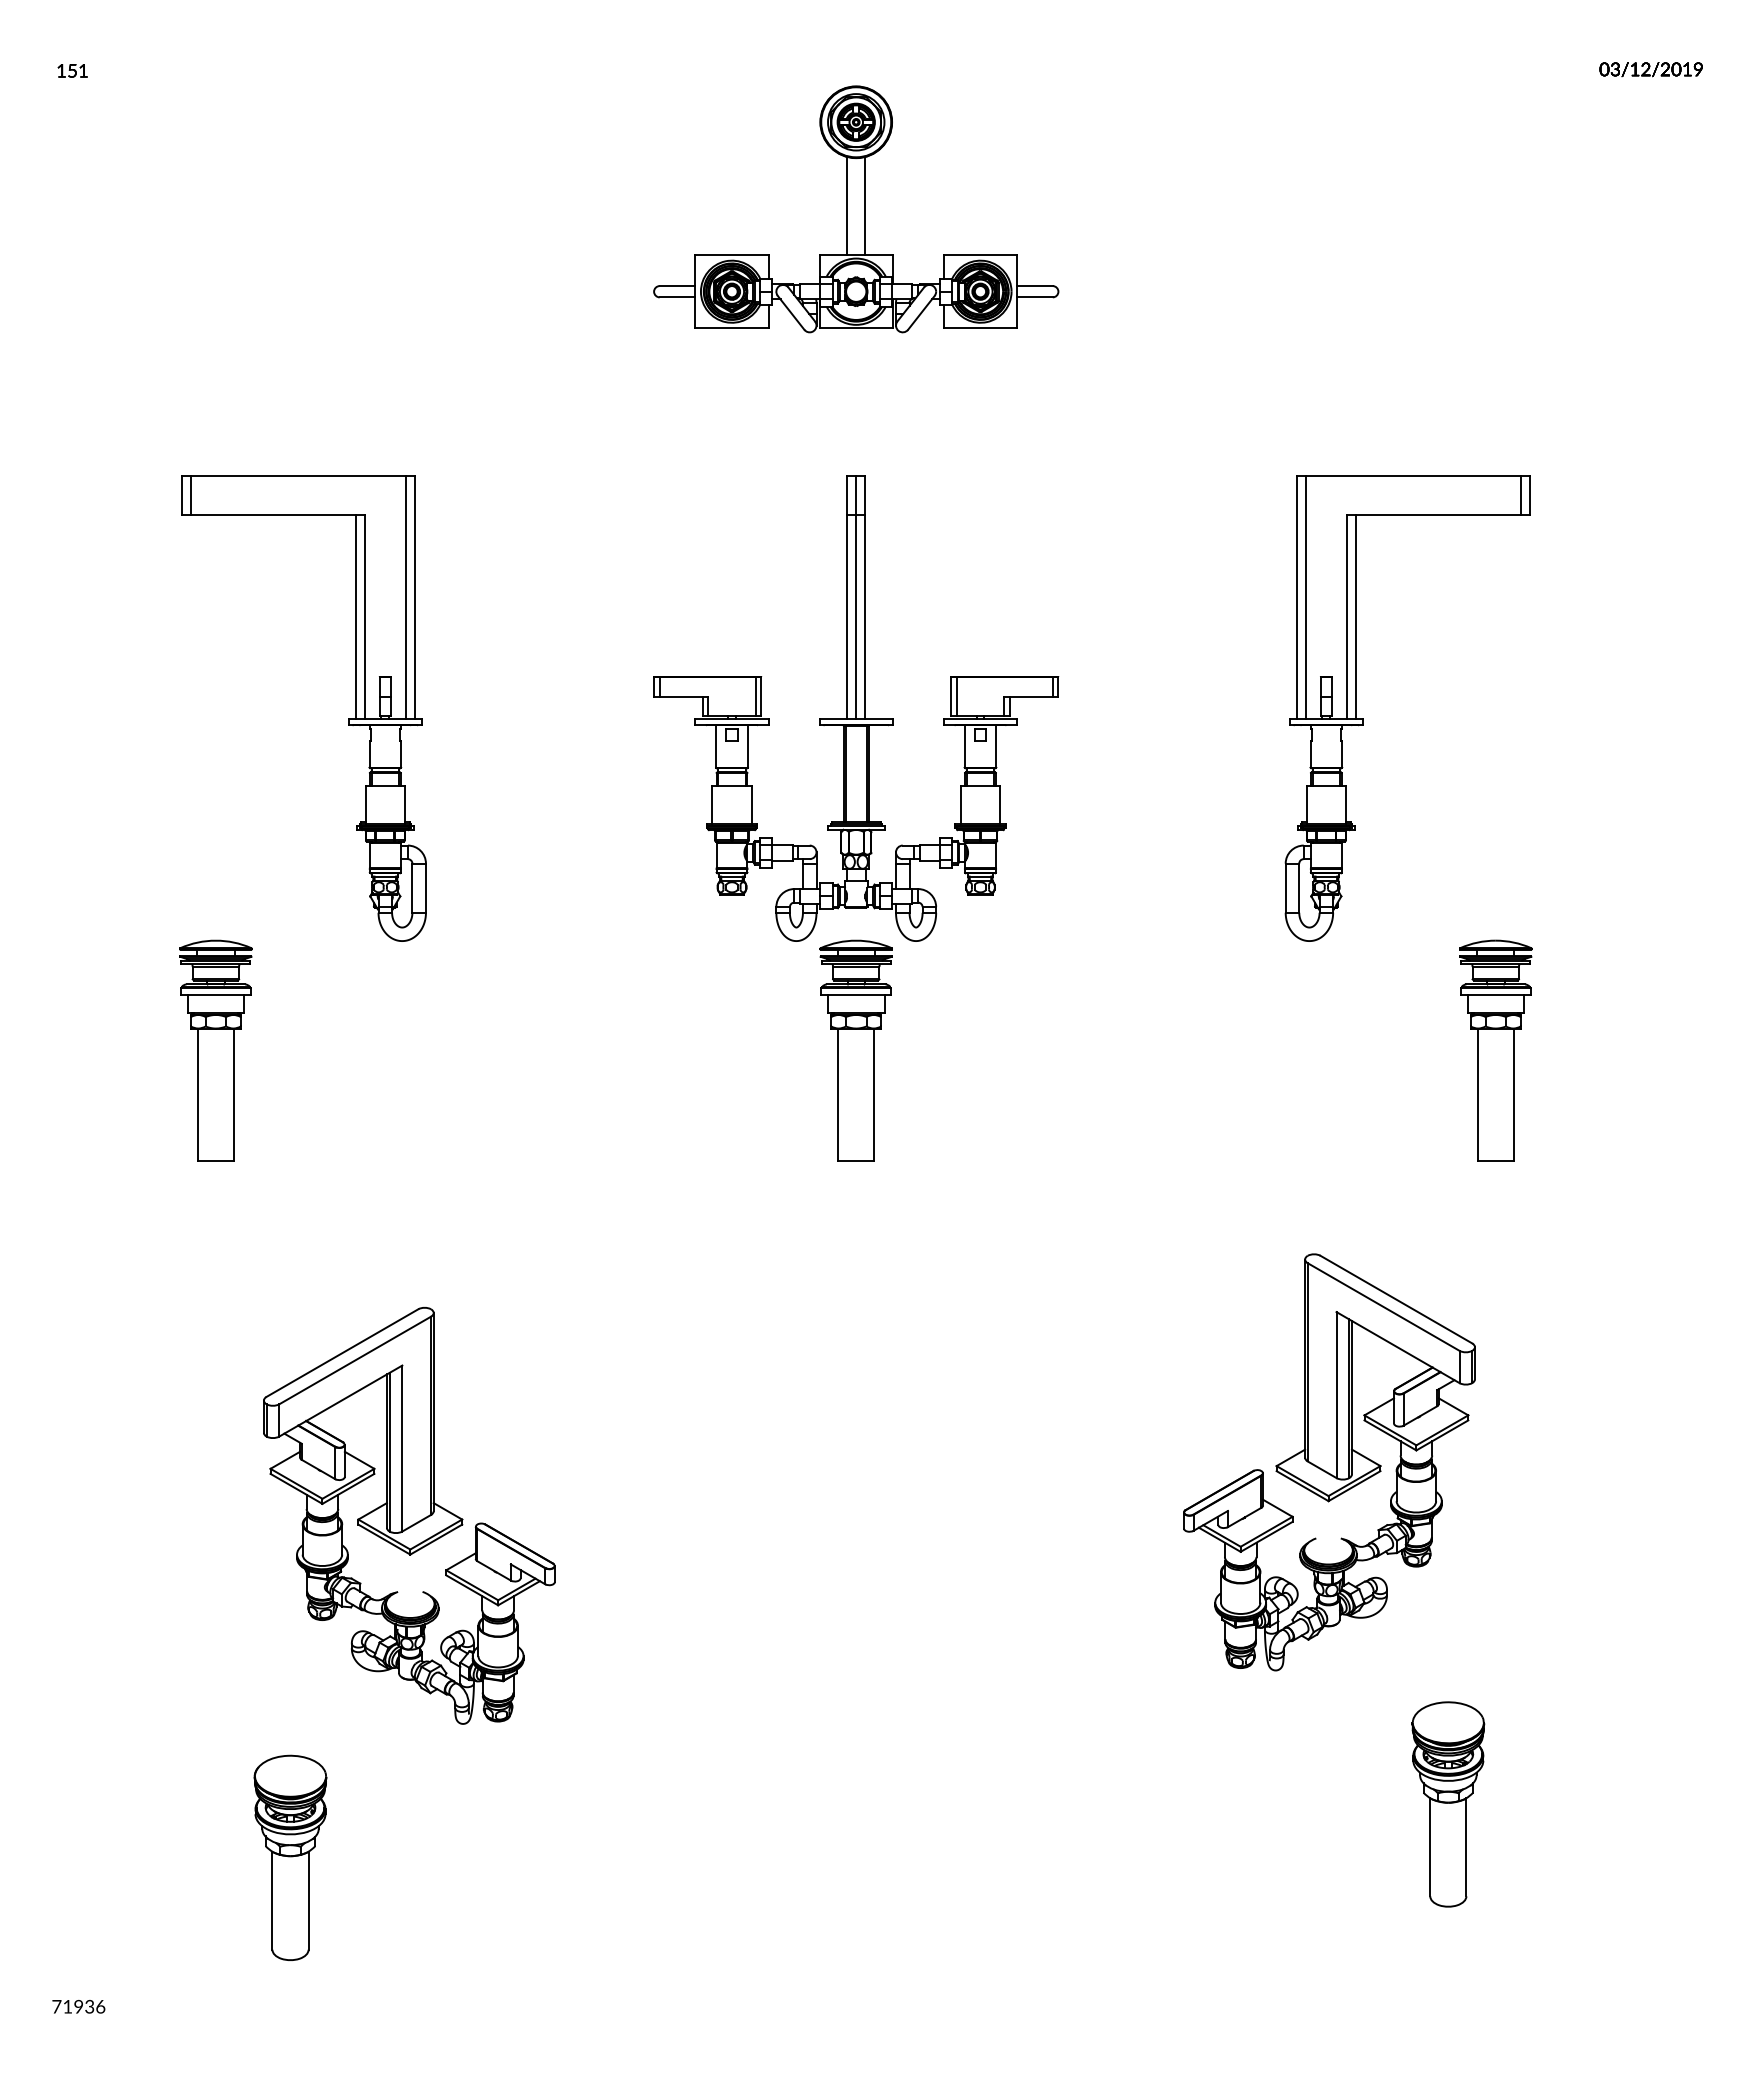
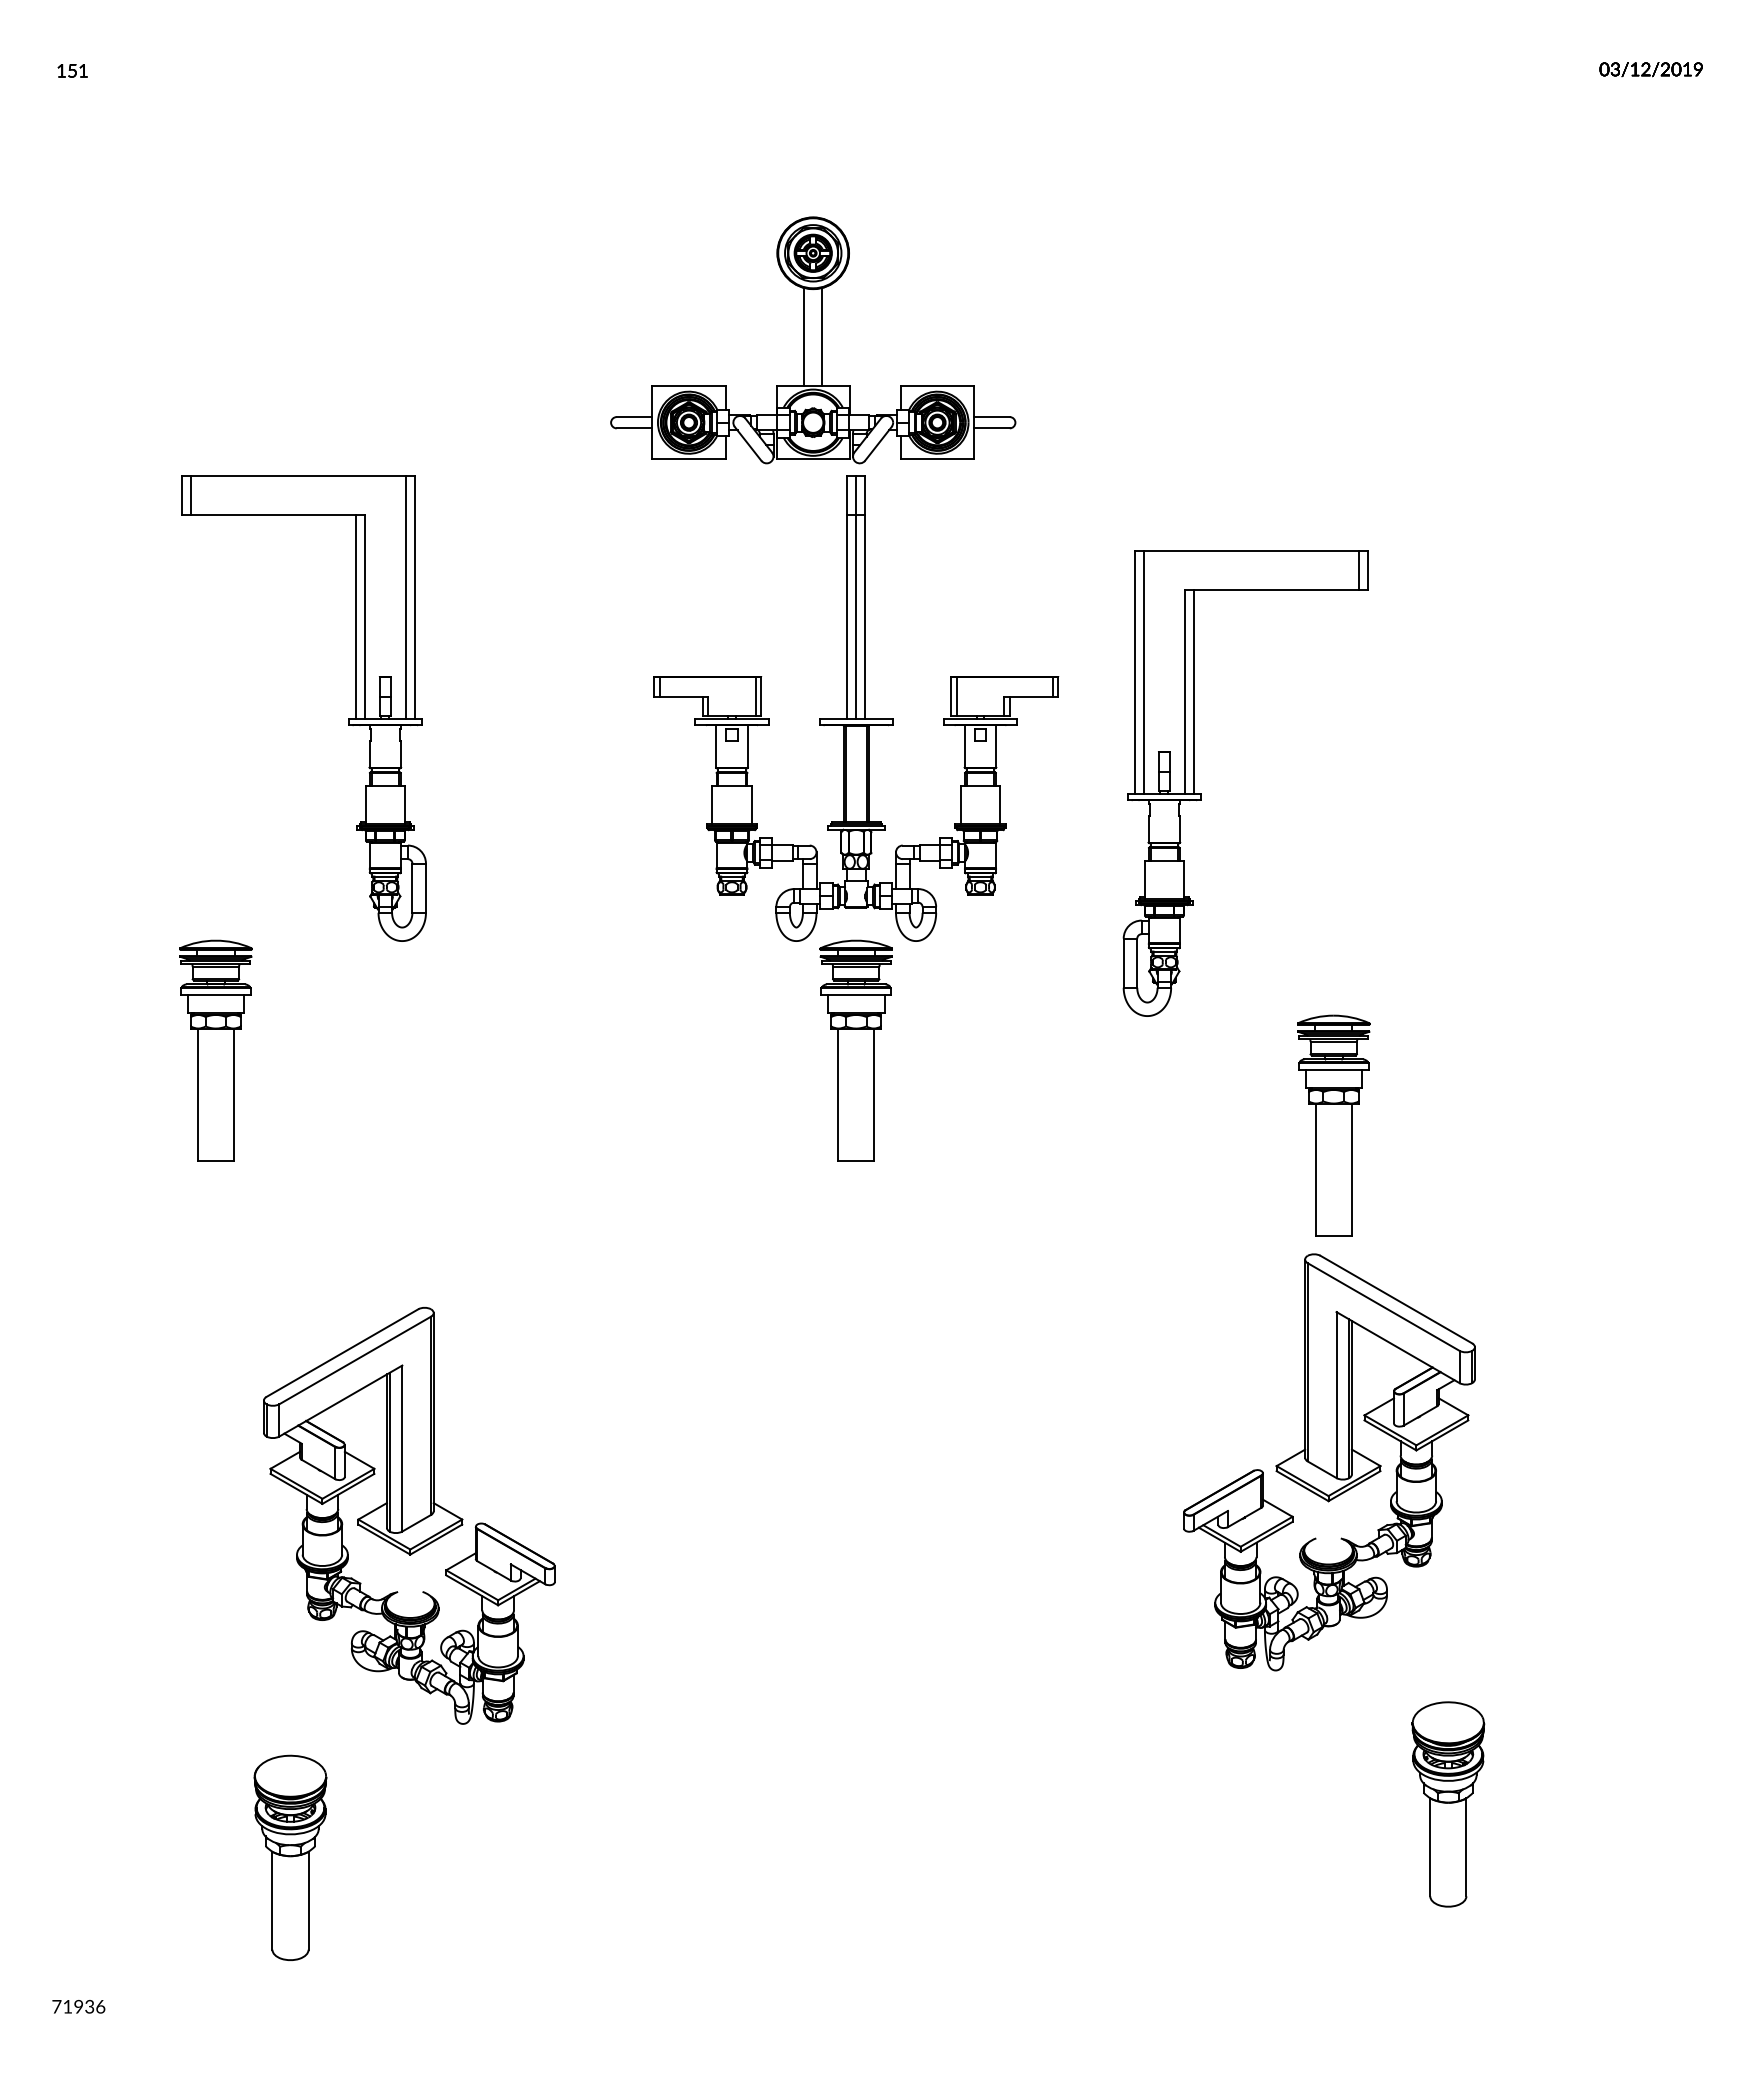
part at (856, 209) position: (856, 209) -> (813, 340)
part at (1355, 825) position: (1355, 825) -> (1193, 900)
